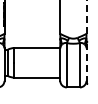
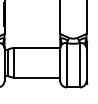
line at (86, 16): dashed -> solid
line at (86, 62): dashed -> solid
